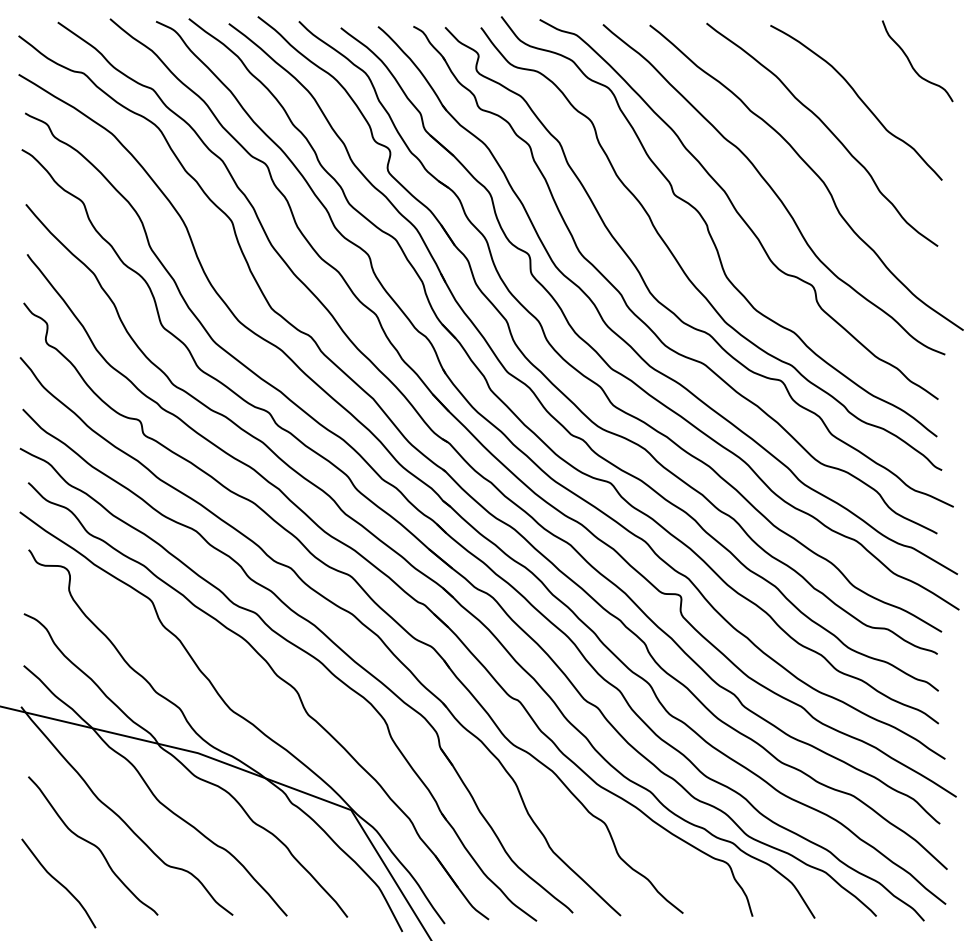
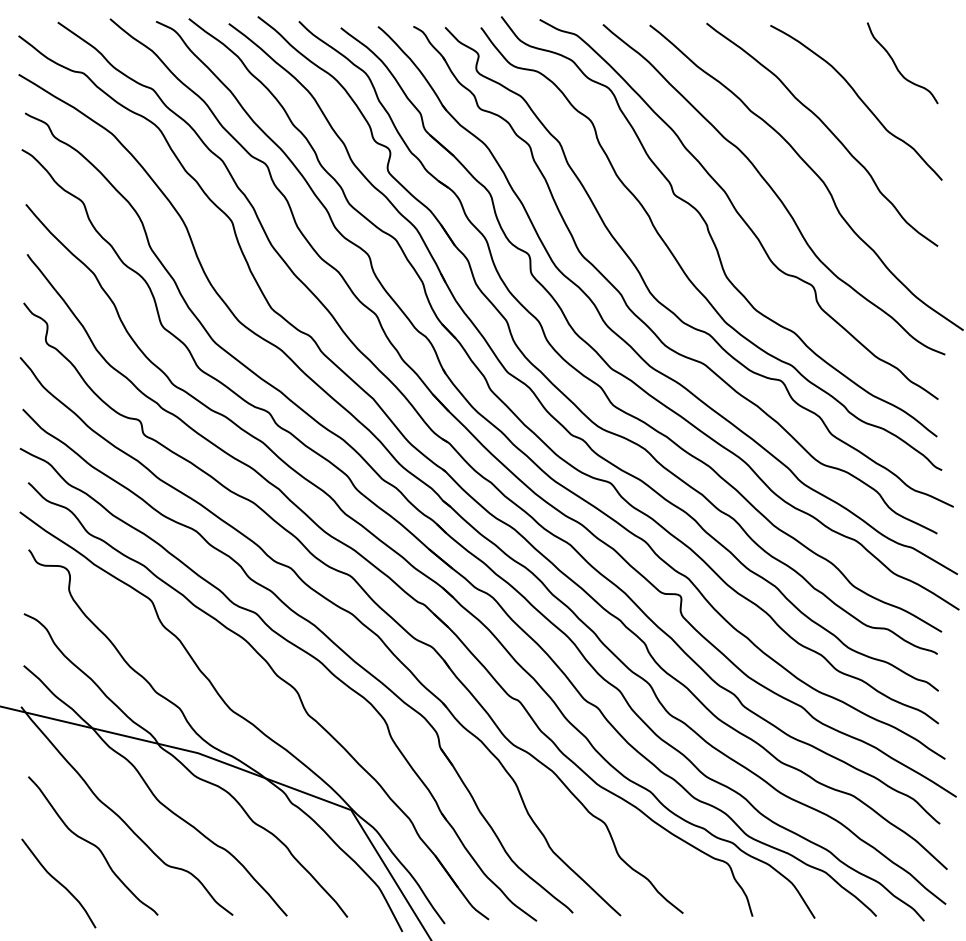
curve at (912, 64) position: (912, 64) -> (897, 66)
